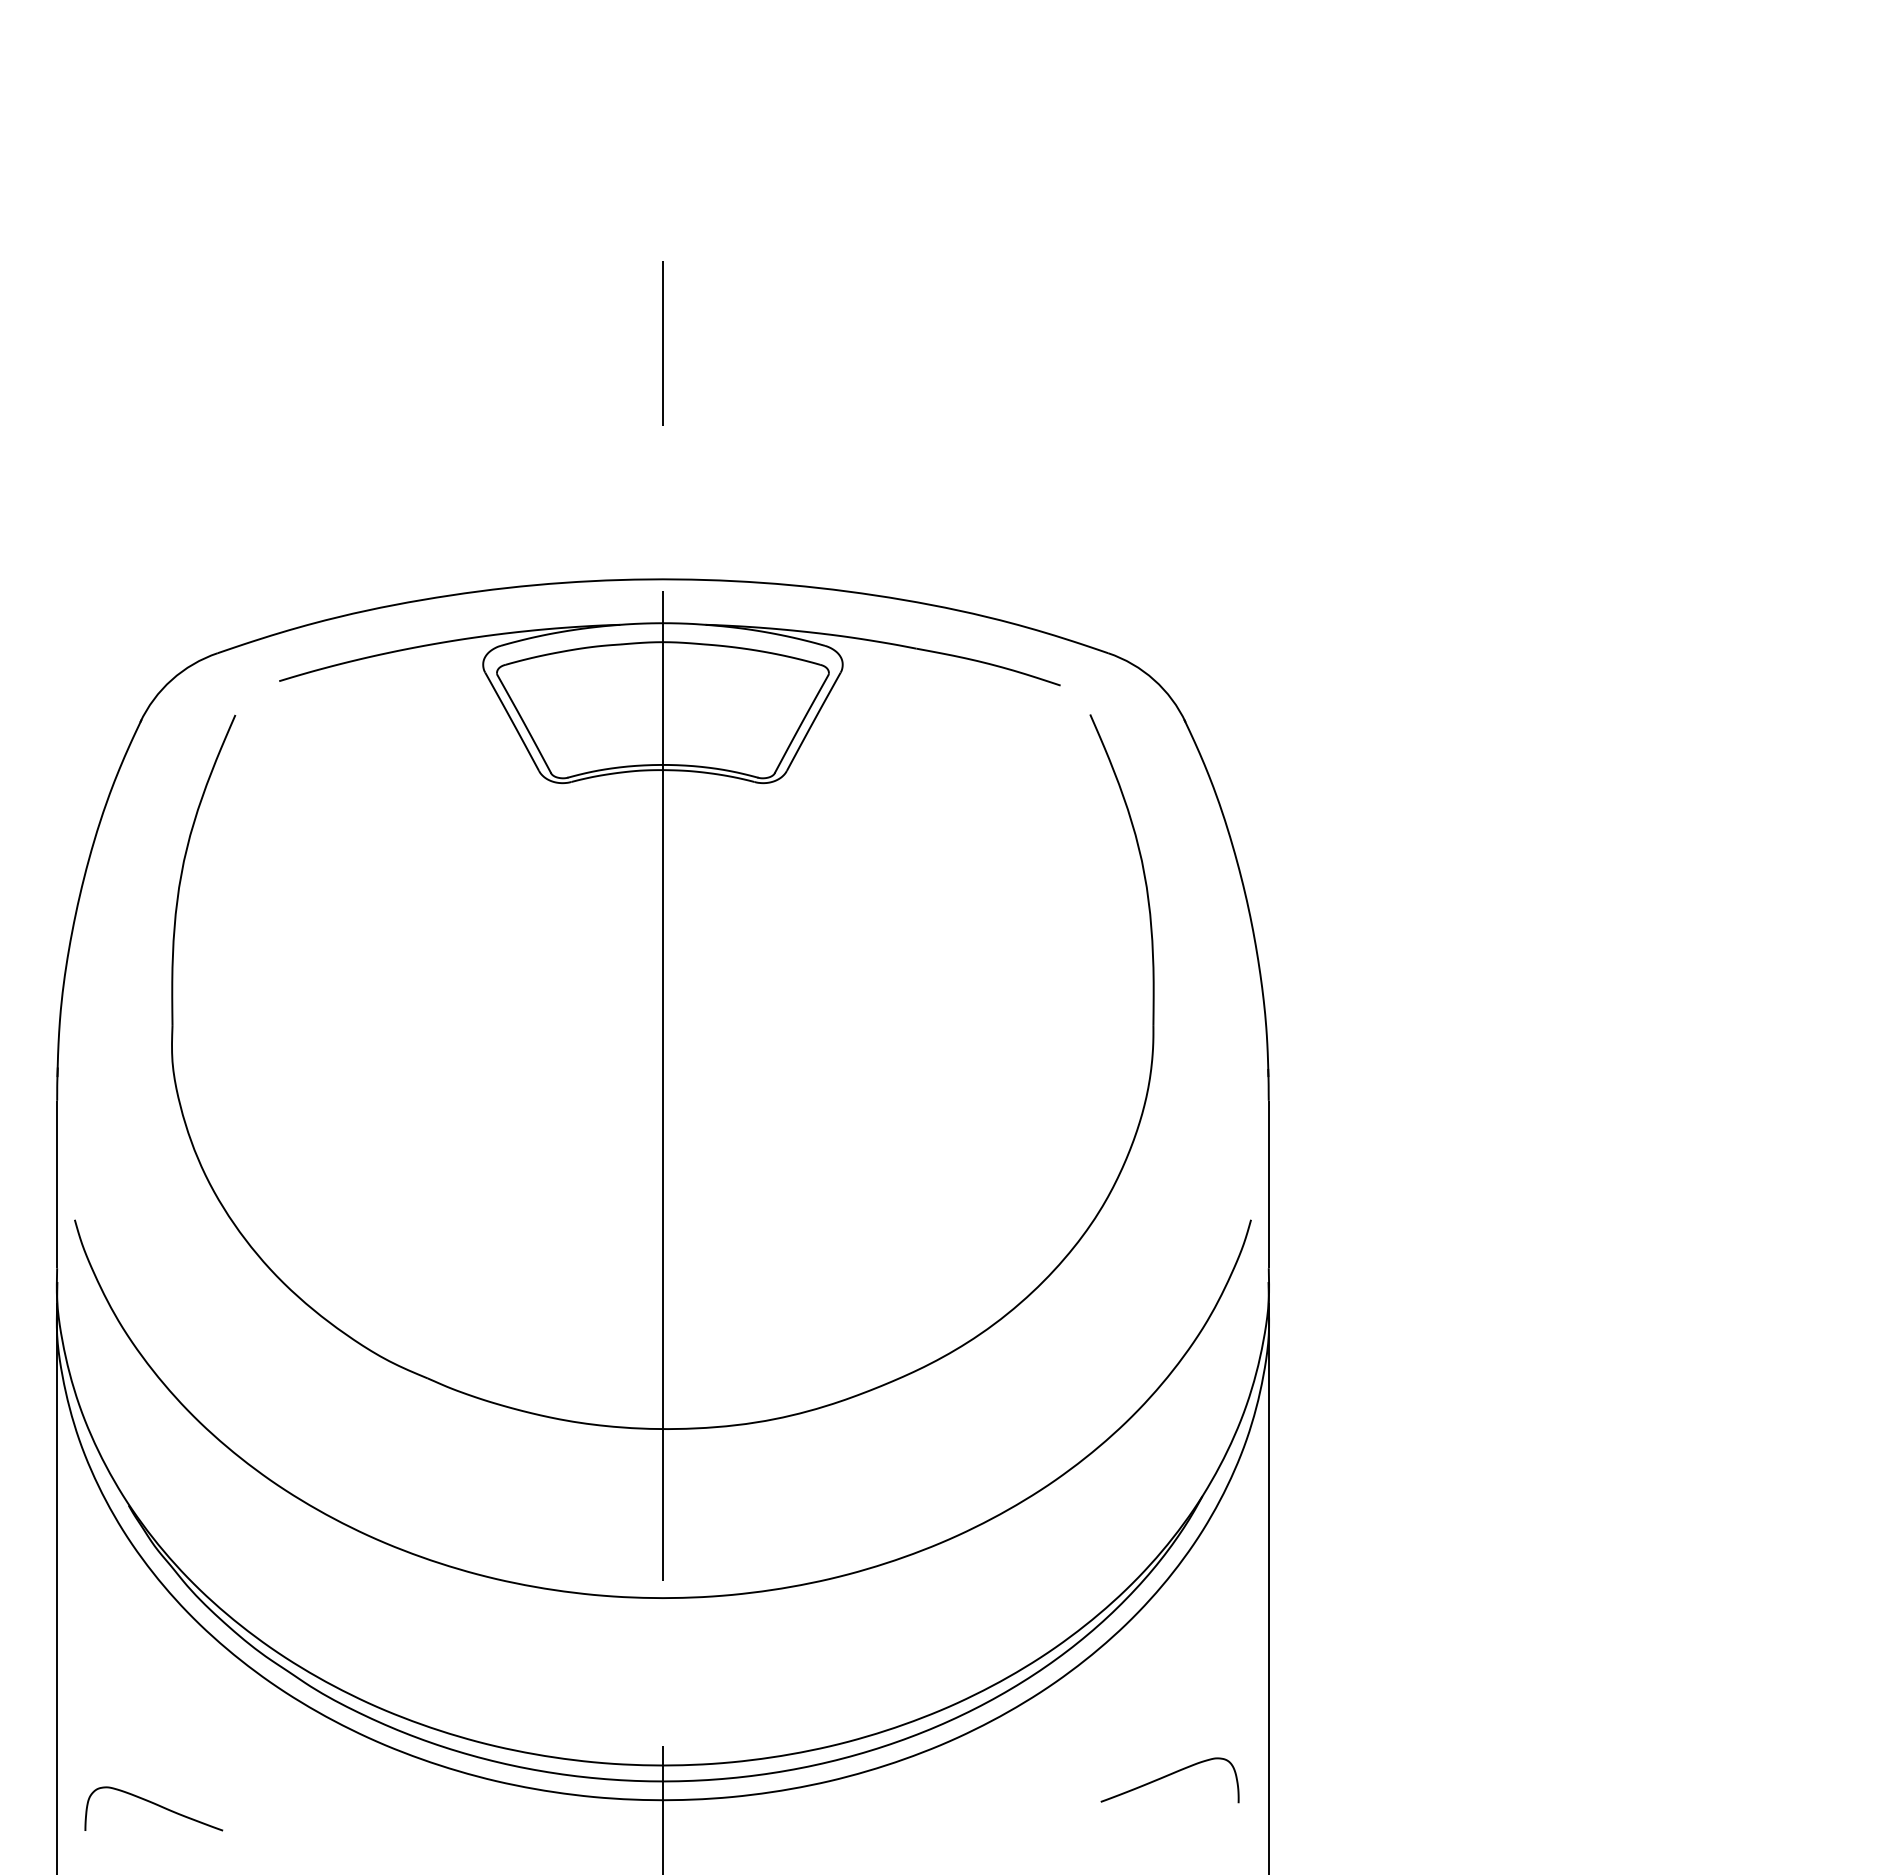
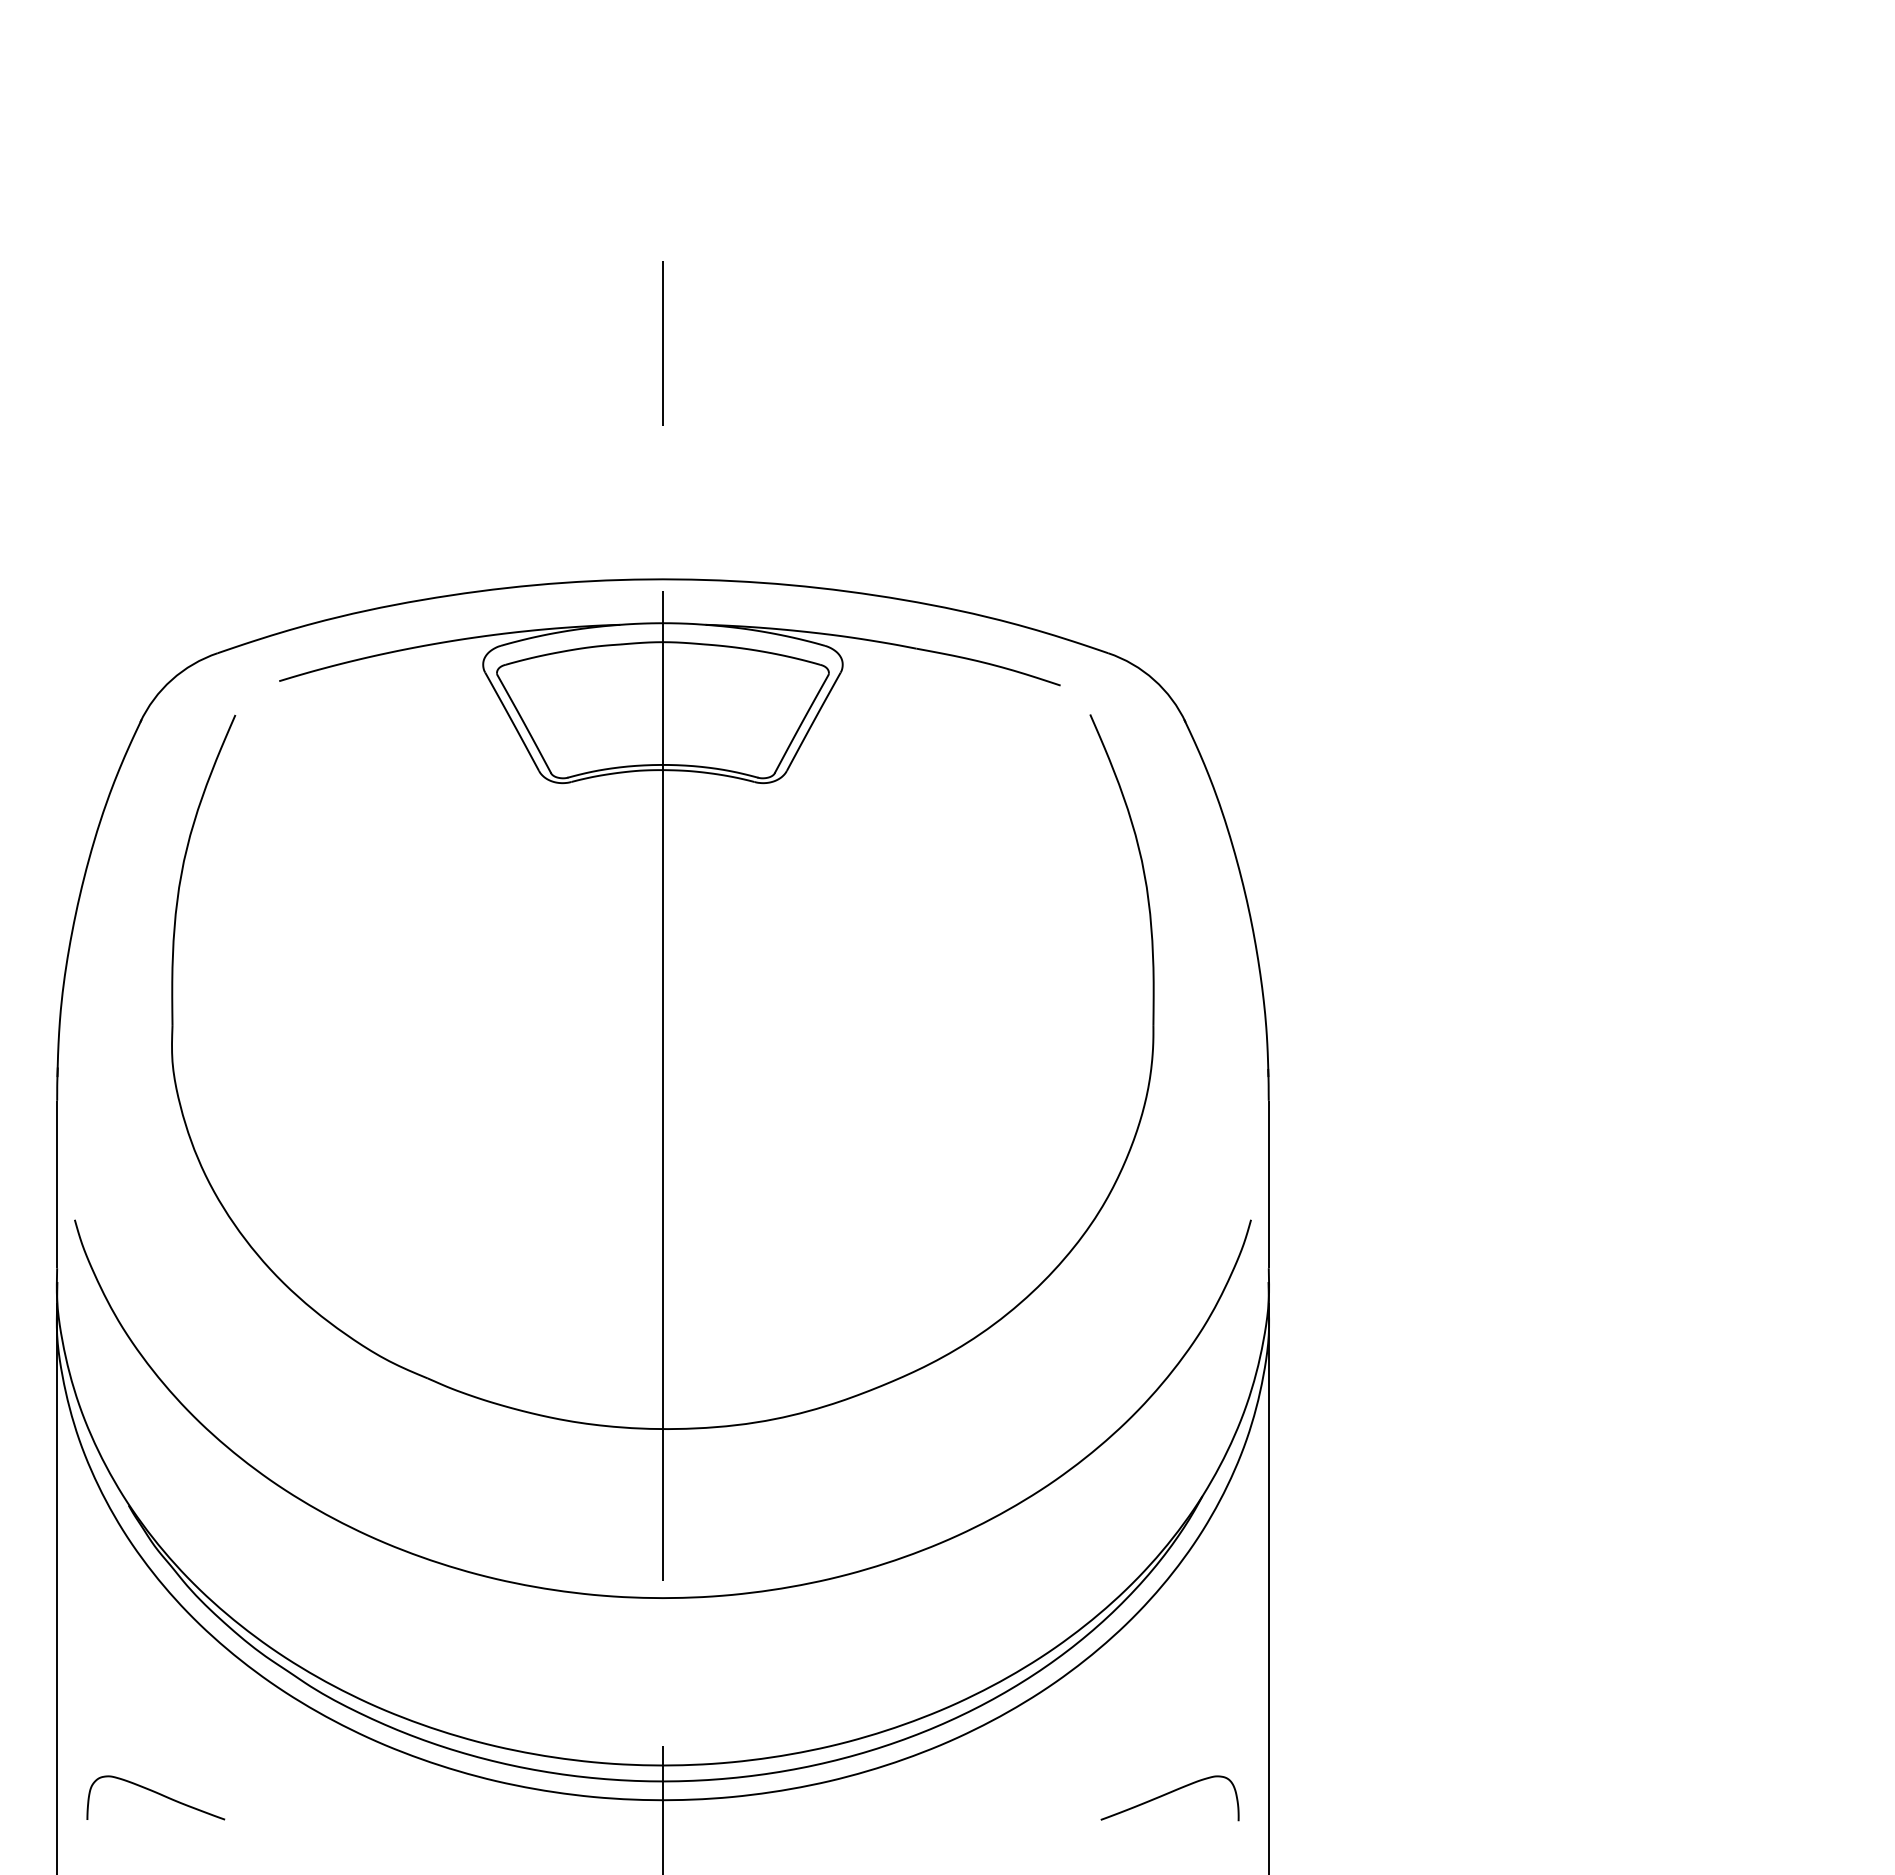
curve at (1168, 1776) position: (1168, 1776) -> (1168, 1794)
curve at (155, 1805) position: (155, 1805) -> (157, 1794)
